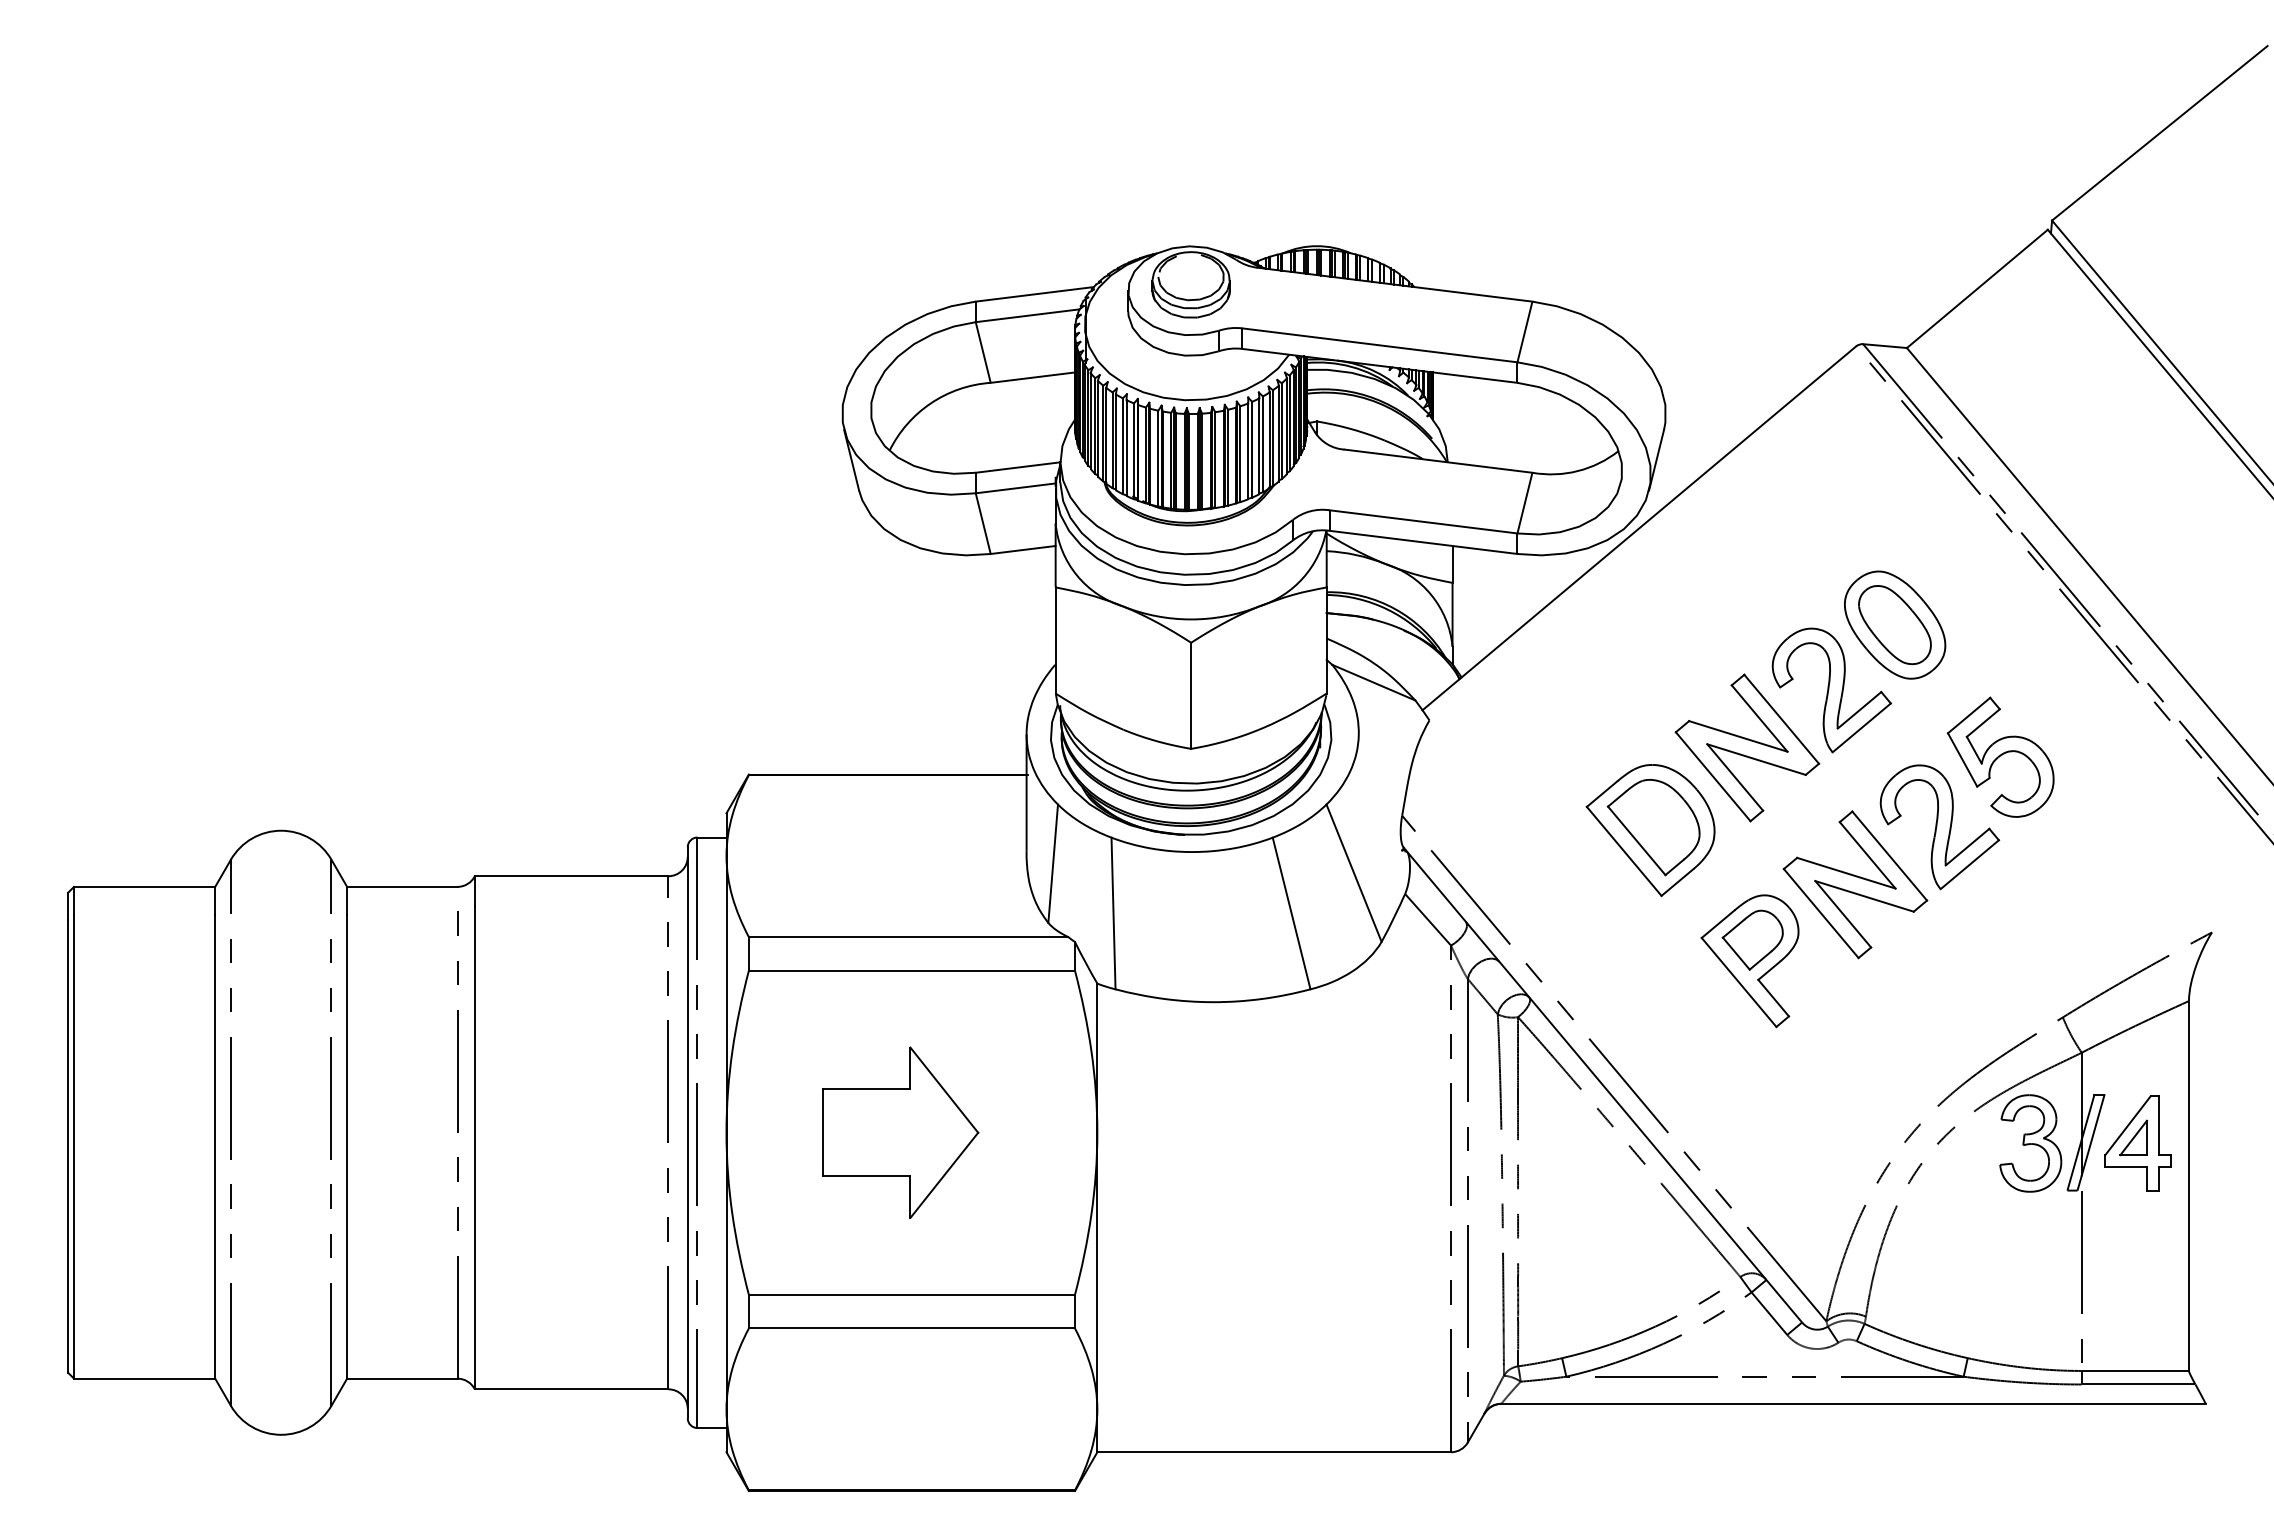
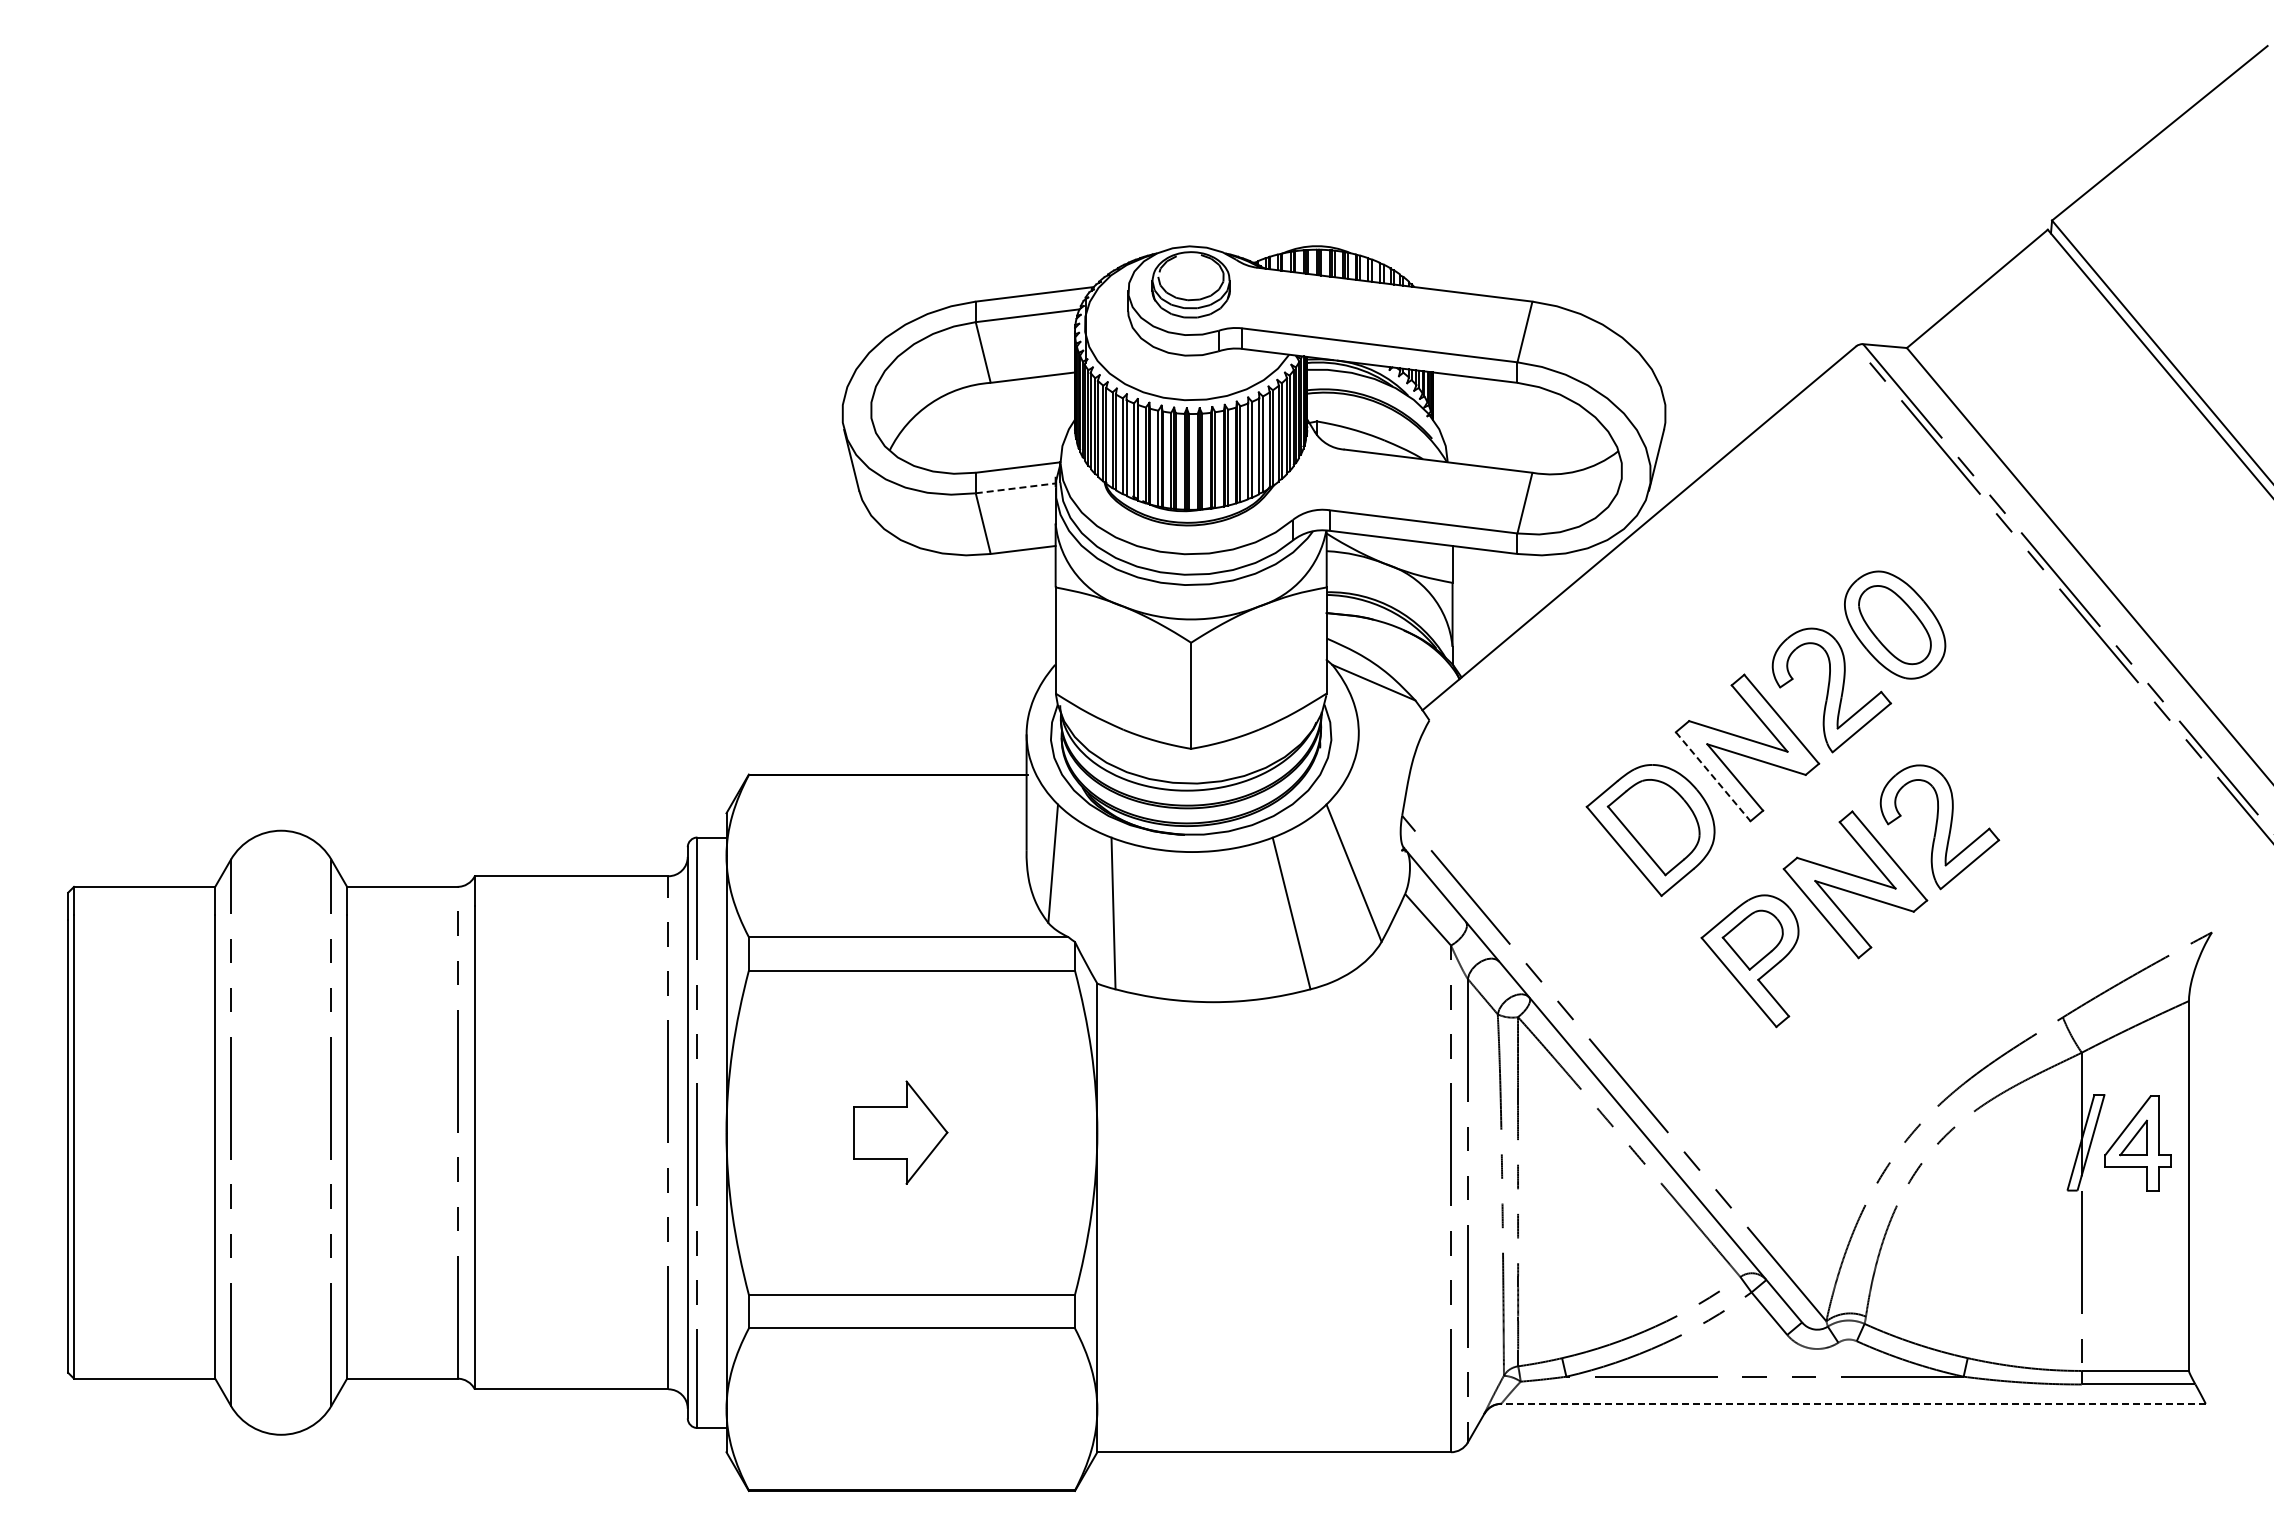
line at (1016, 488): solid -> dashed
part at (2000, 756): present -> none
line at (1713, 777): solid -> dashed
part at (900, 1132) size: 158x173 px -> 96x105 px
part at (2030, 1143): present -> none
line at (1853, 1403): solid -> dashed
